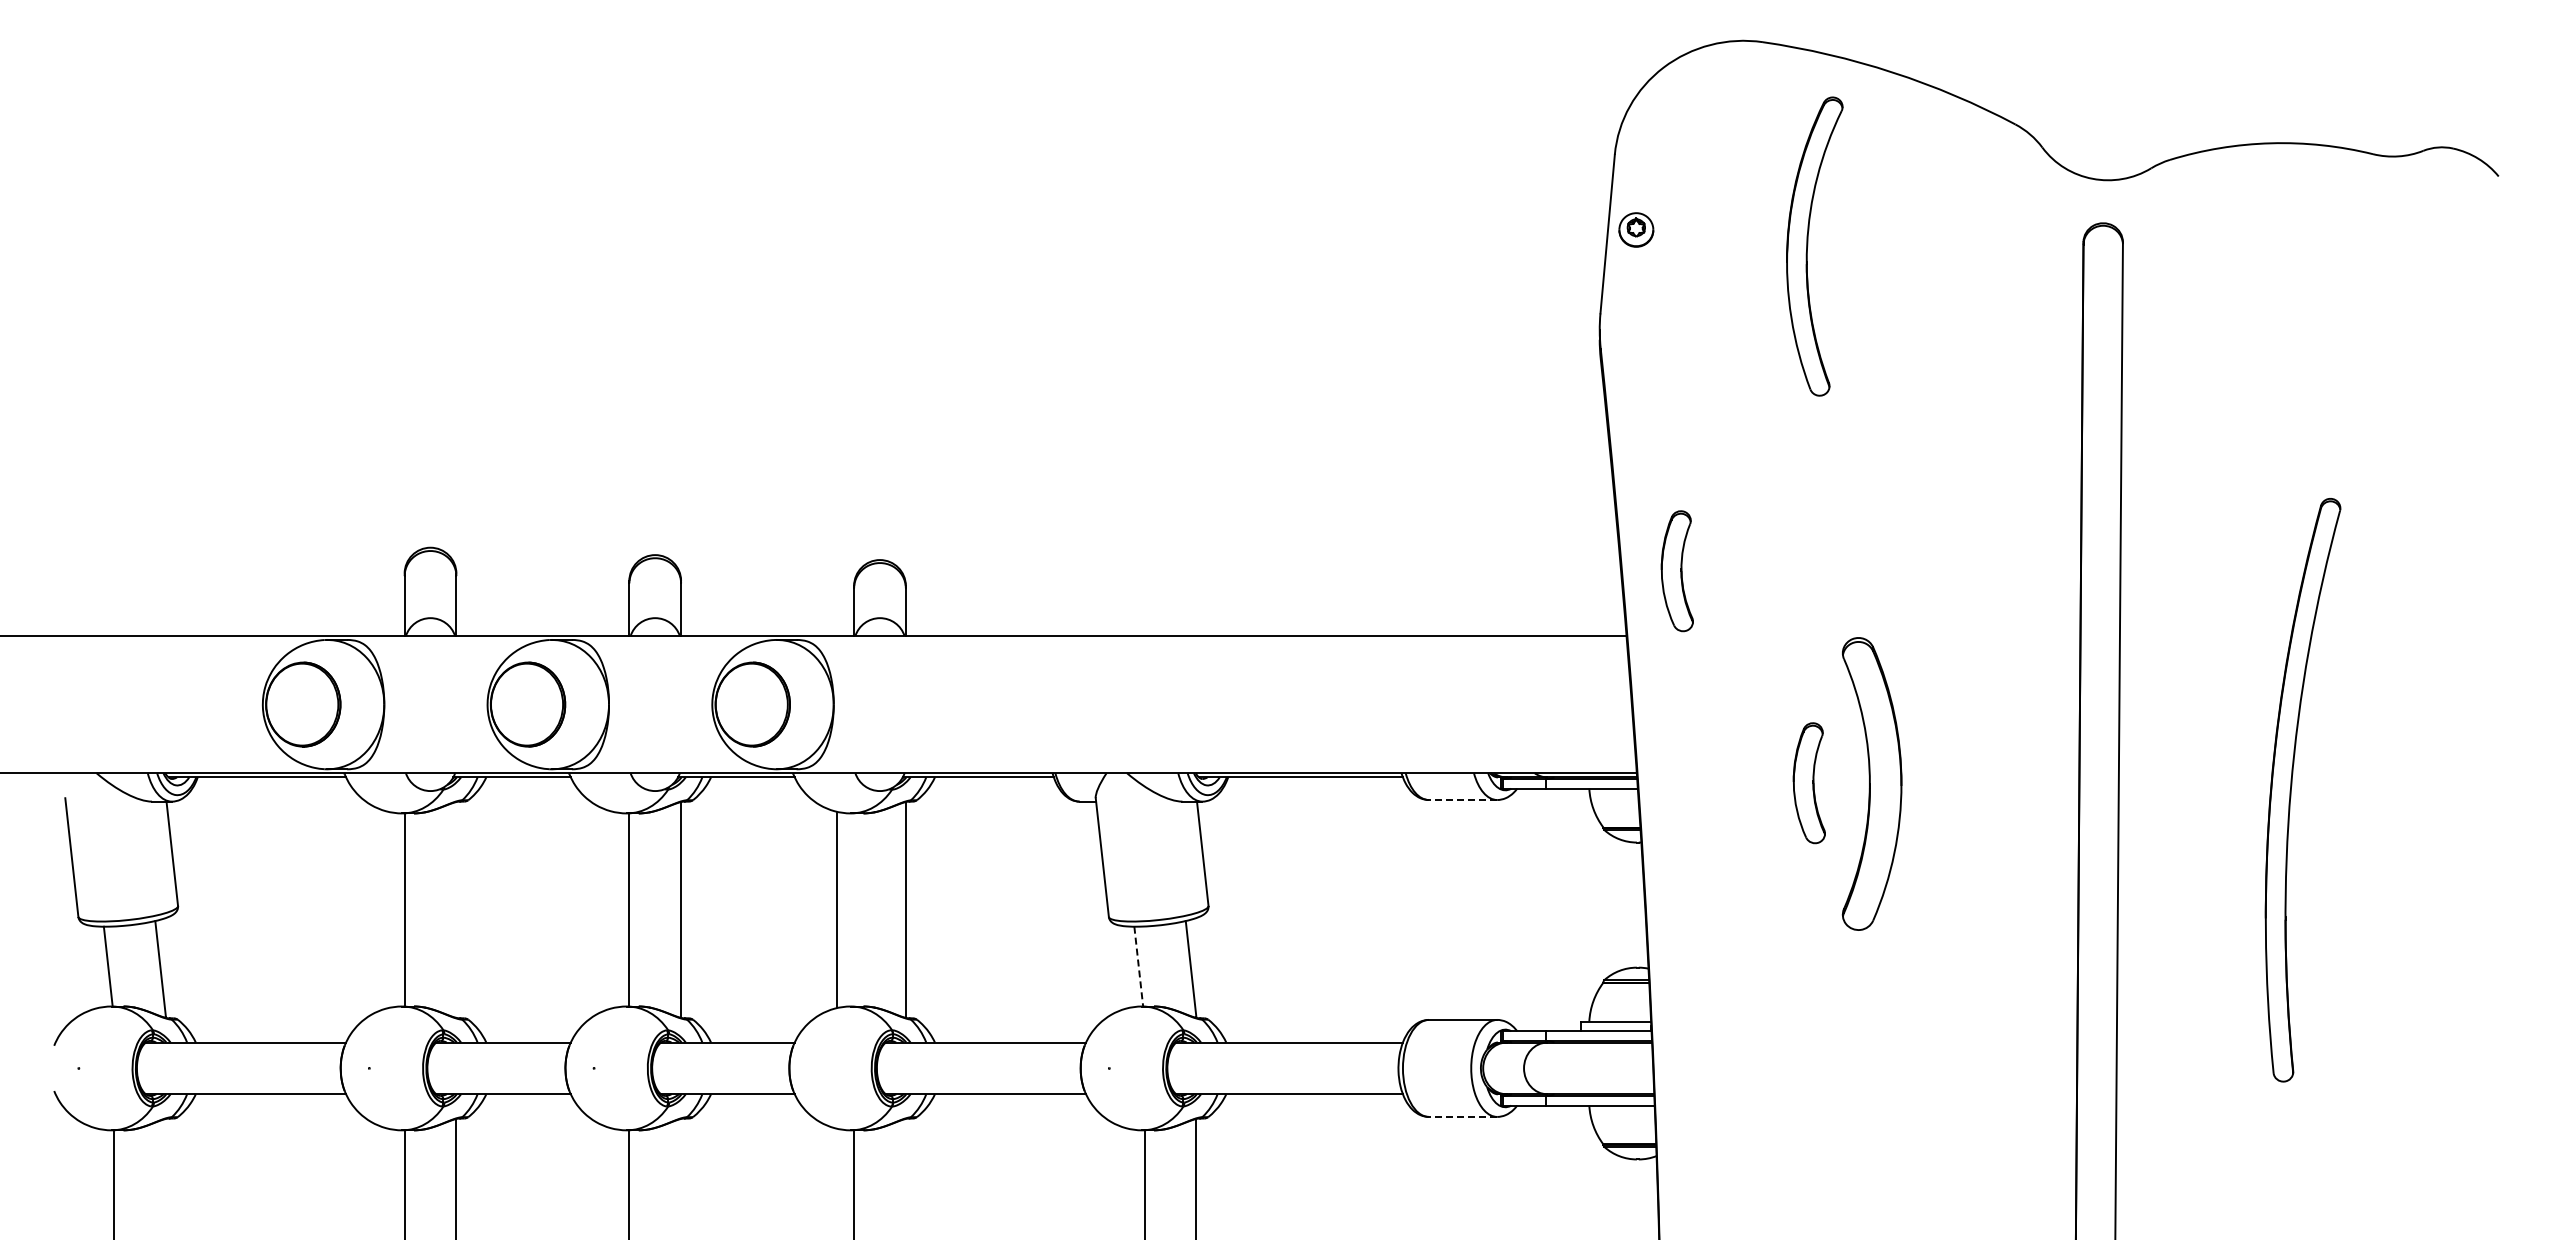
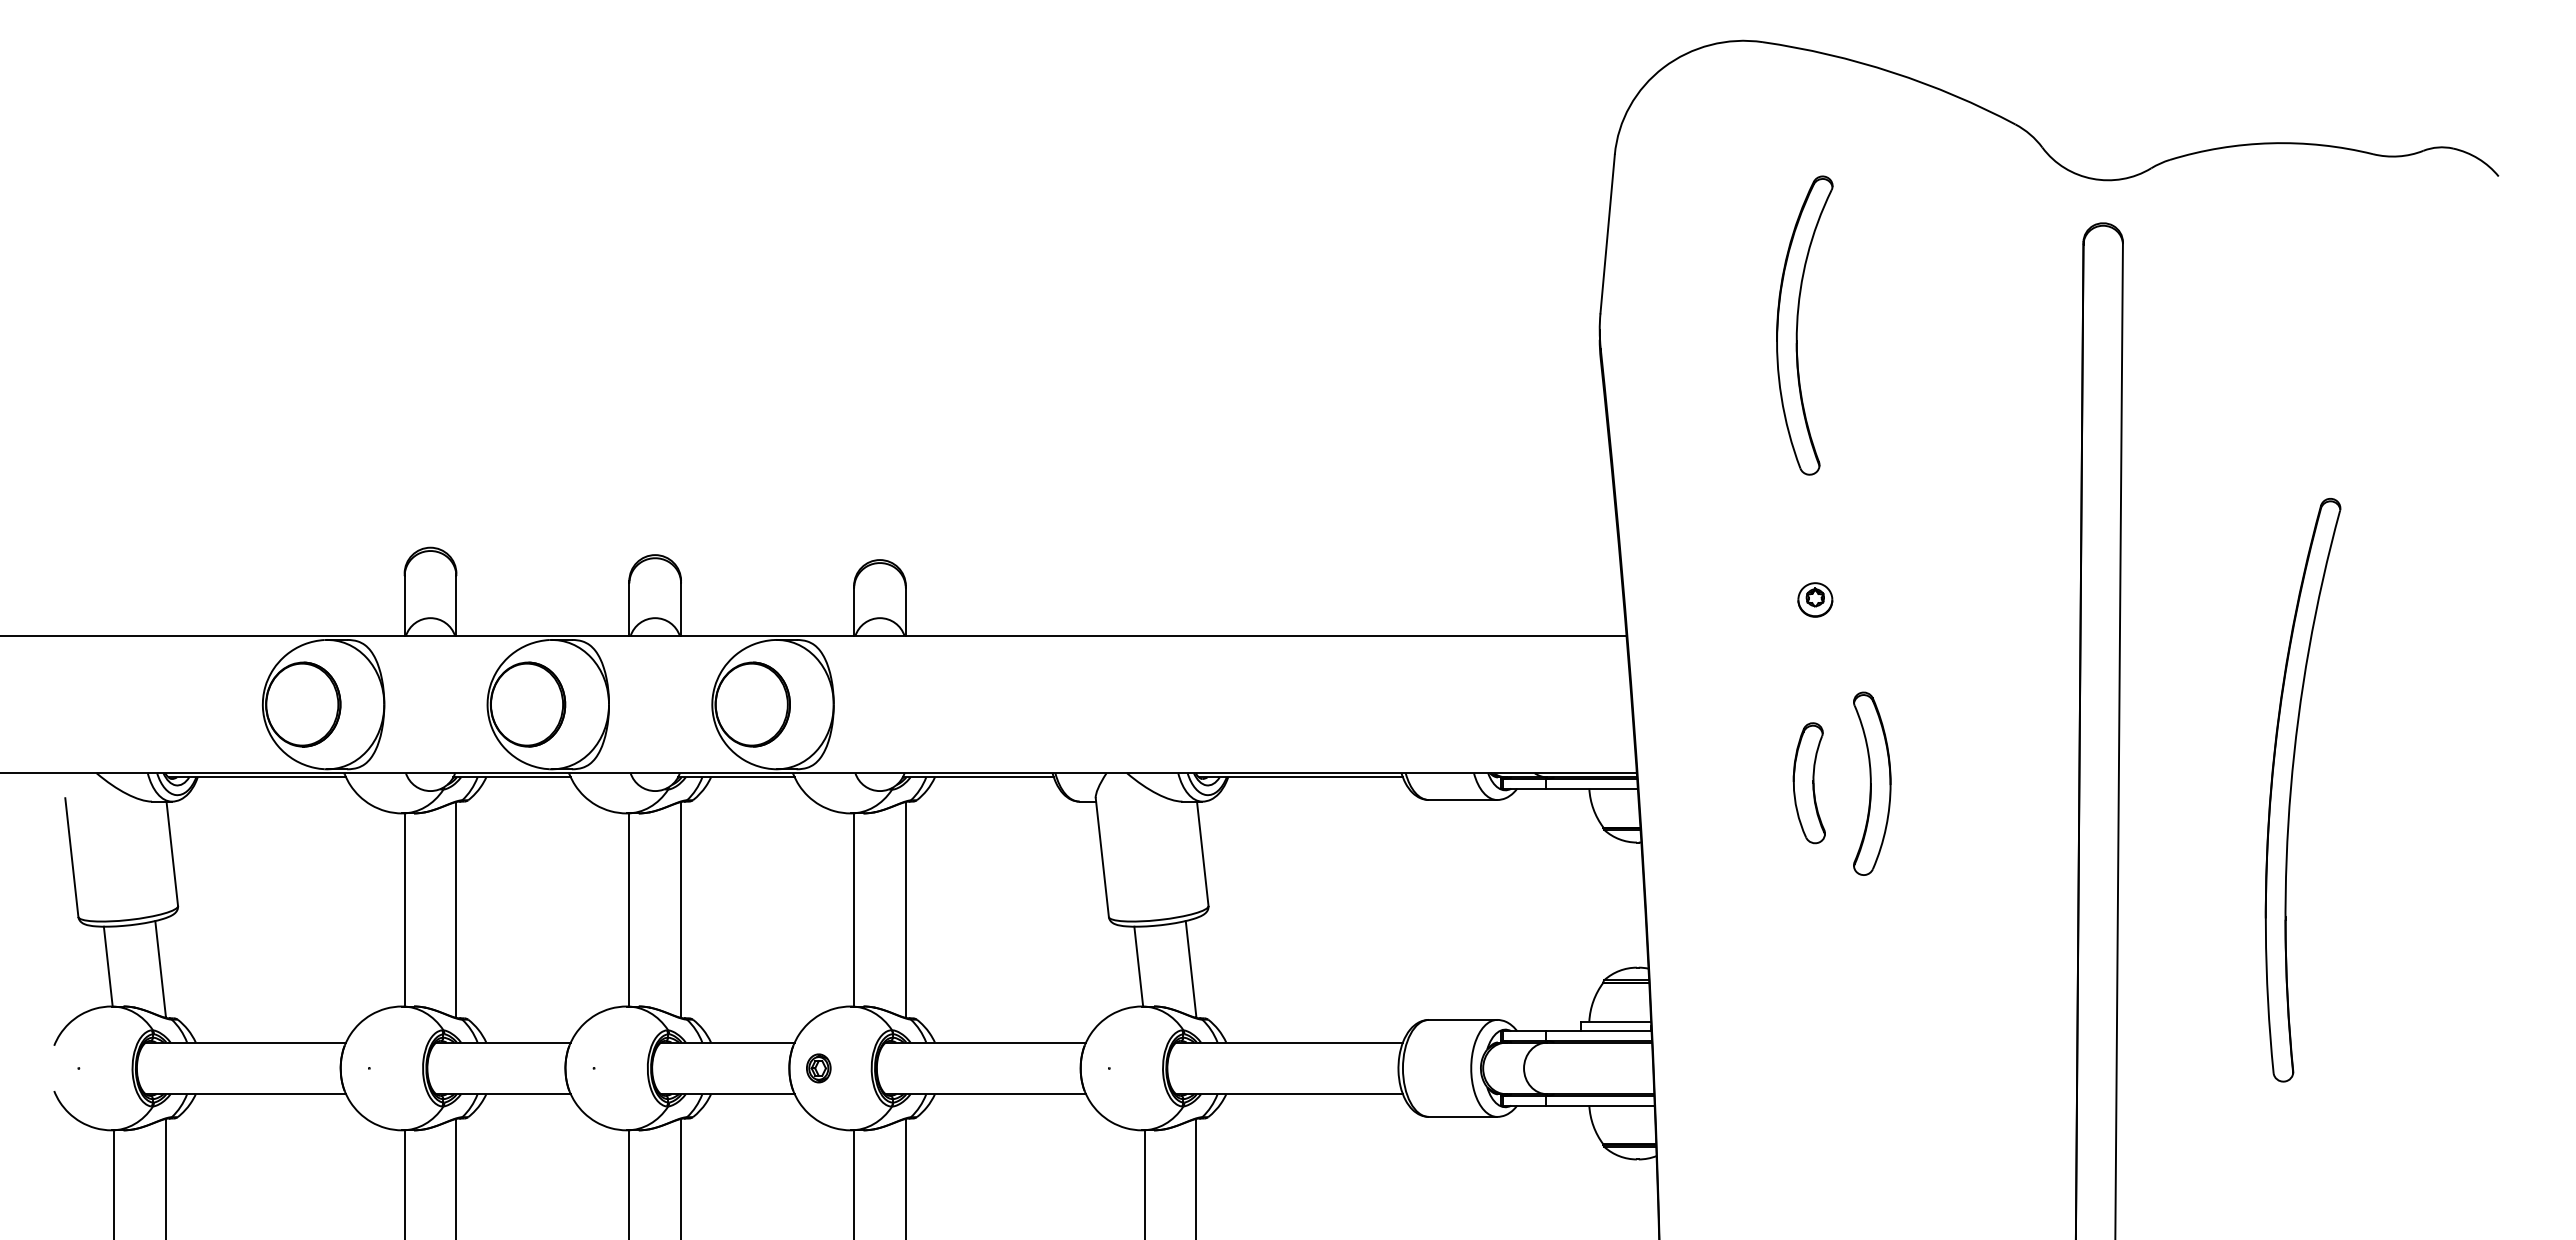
part at (1636, 229) position: (1636, 229) -> (1815, 599)
part at (1808, 245) position: (1808, 245) -> (1798, 324)
part at (1676, 571): present -> none
part at (1871, 783) size: 62x294 px -> 39x185 px
line at (1462, 800): dashed -> solid
line at (456, 909): none -> present
line at (837, 909) position: (837, 909) -> (854, 909)
line at (1138, 967): dashed -> solid
part at (818, 1068): none -> present
line at (1462, 1116): dashed -> solid
line at (165, 1177): none -> present
line at (681, 1177): none -> present
line at (905, 1177): none -> present
